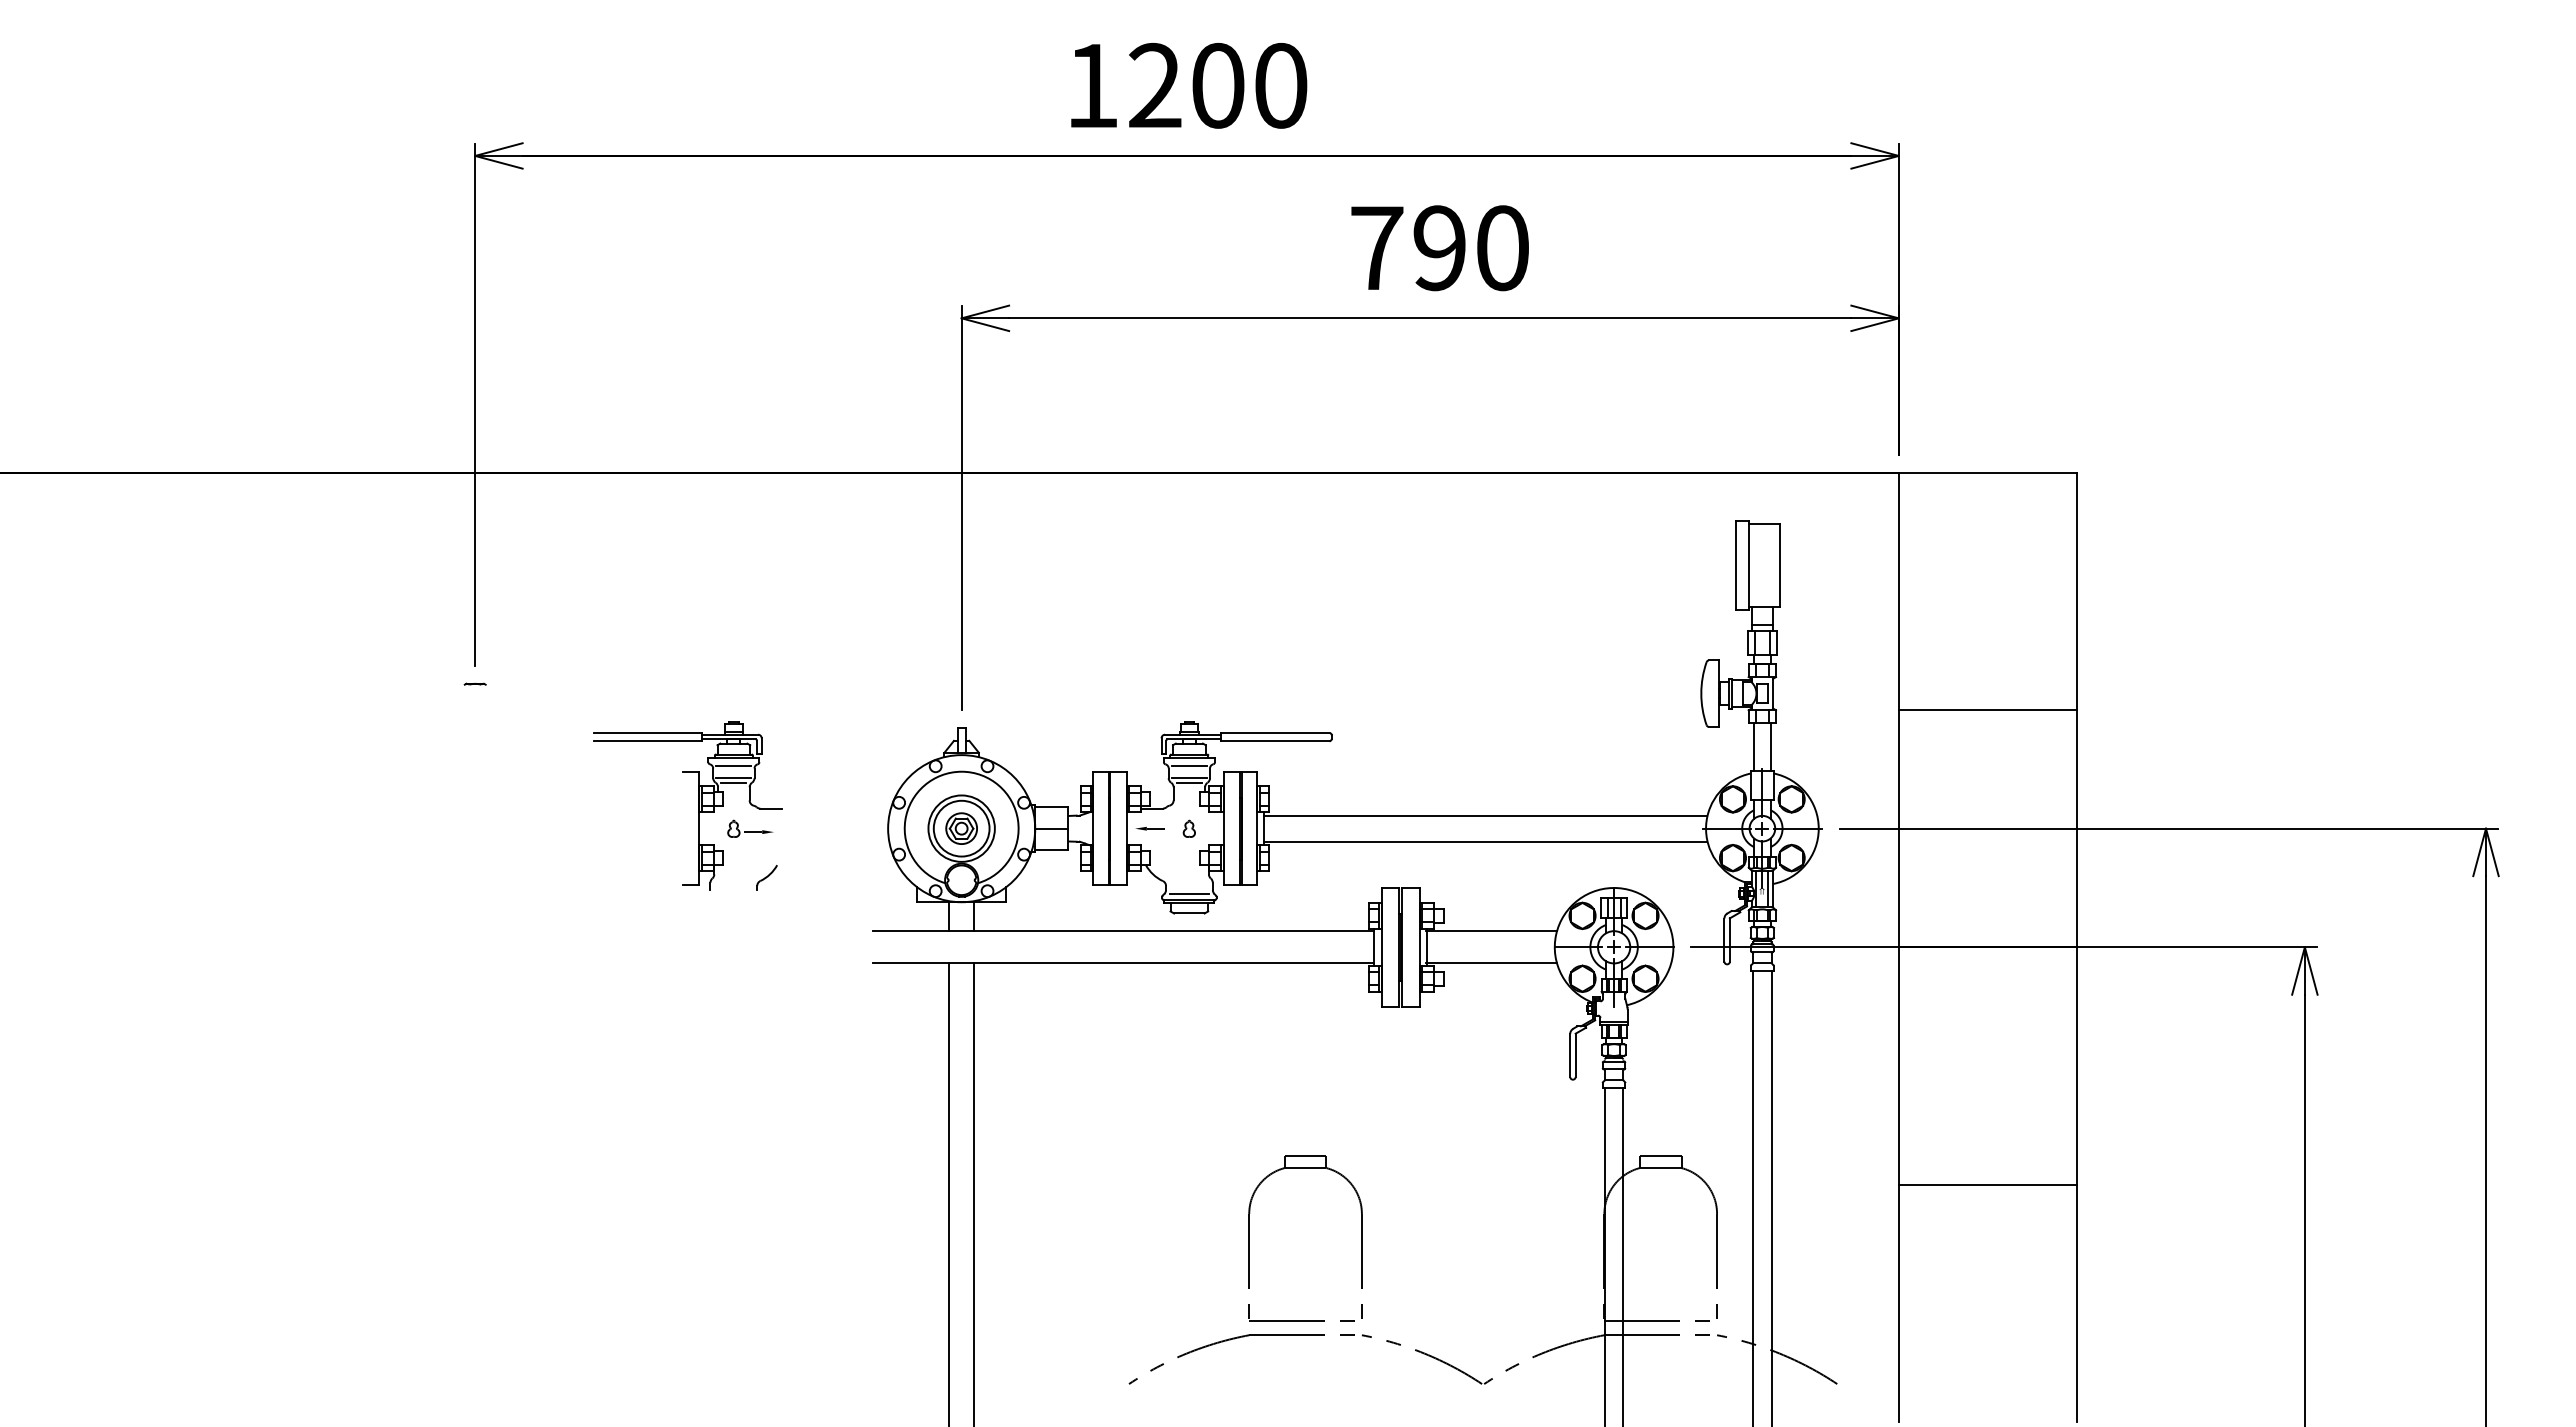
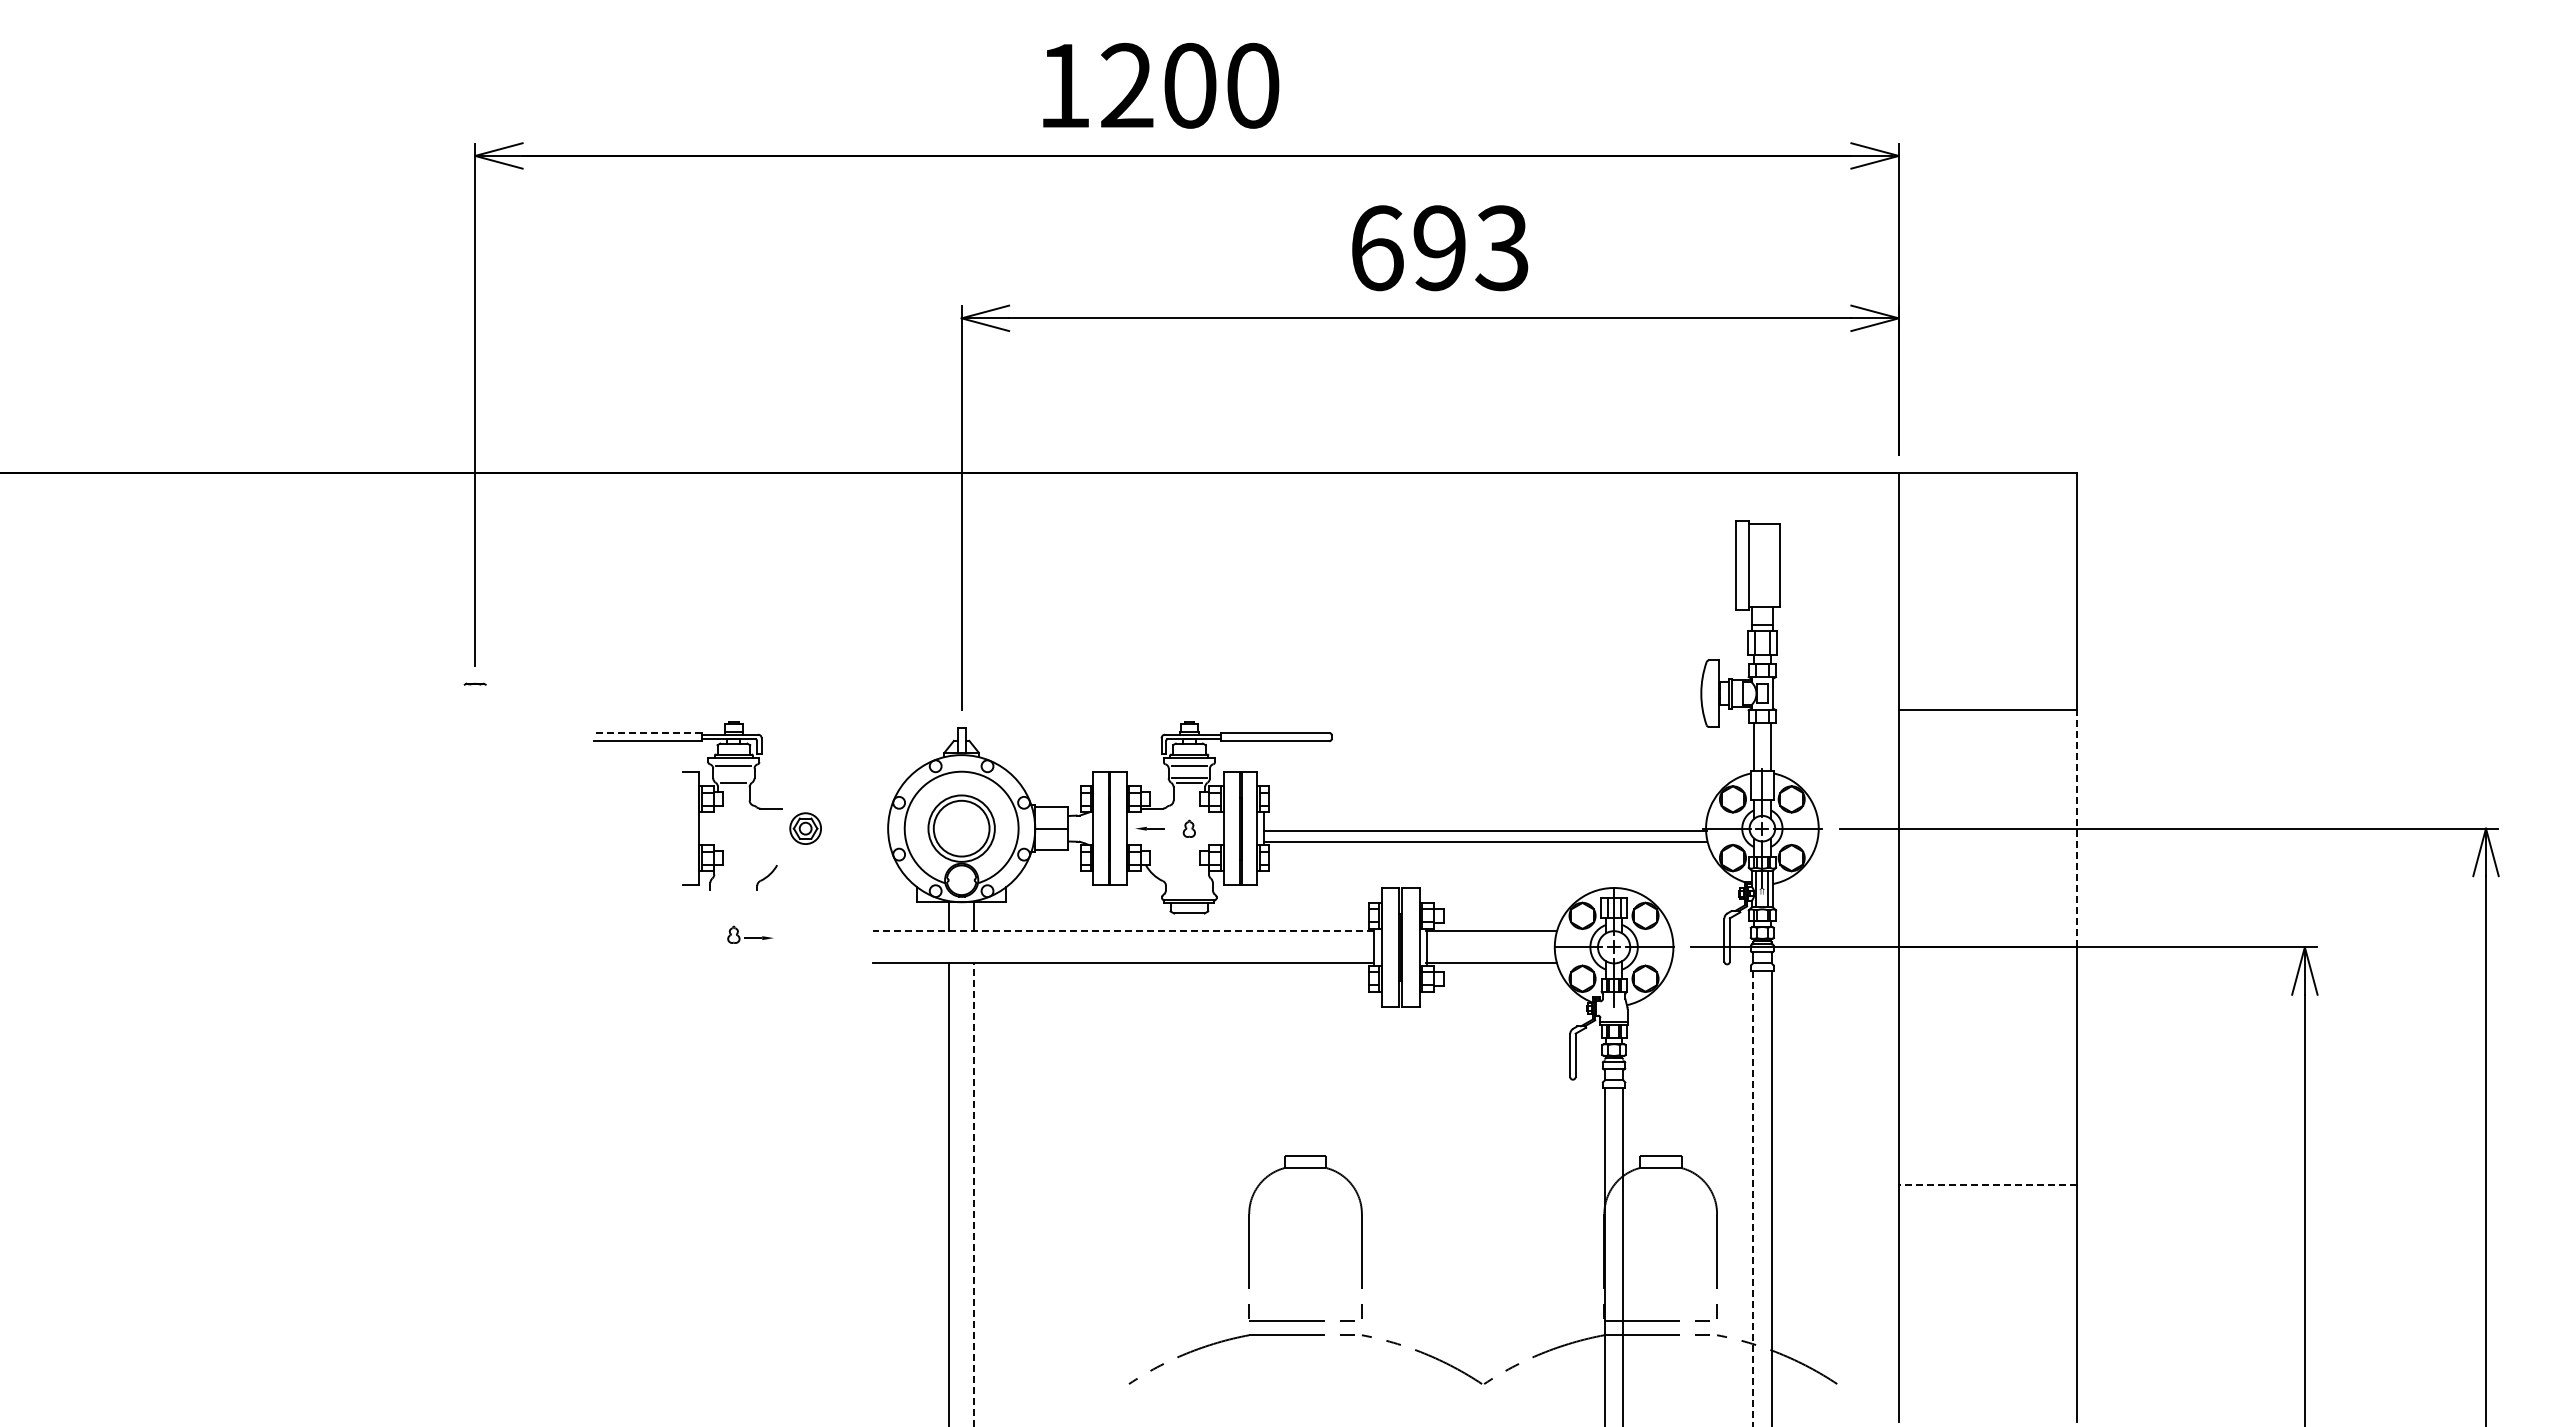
text at (1189, 85) position: (1189, 85) -> (1161, 85)
text at (1439, 248): 790 -> 693
line at (647, 732): solid -> dashed
line at (733, 778): present -> none
line at (1485, 815) position: (1485, 815) -> (1485, 830)
part at (750, 828) position: (750, 828) -> (750, 934)
part at (961, 828) position: (961, 828) -> (805, 828)
line at (2076, 828): solid -> dashed
line at (1189, 893): present -> none
line at (1122, 931): solid -> dashed
line at (1987, 1184): solid -> dashed
line at (974, 1194): solid -> dashed
line at (1753, 1198): solid -> dashed
